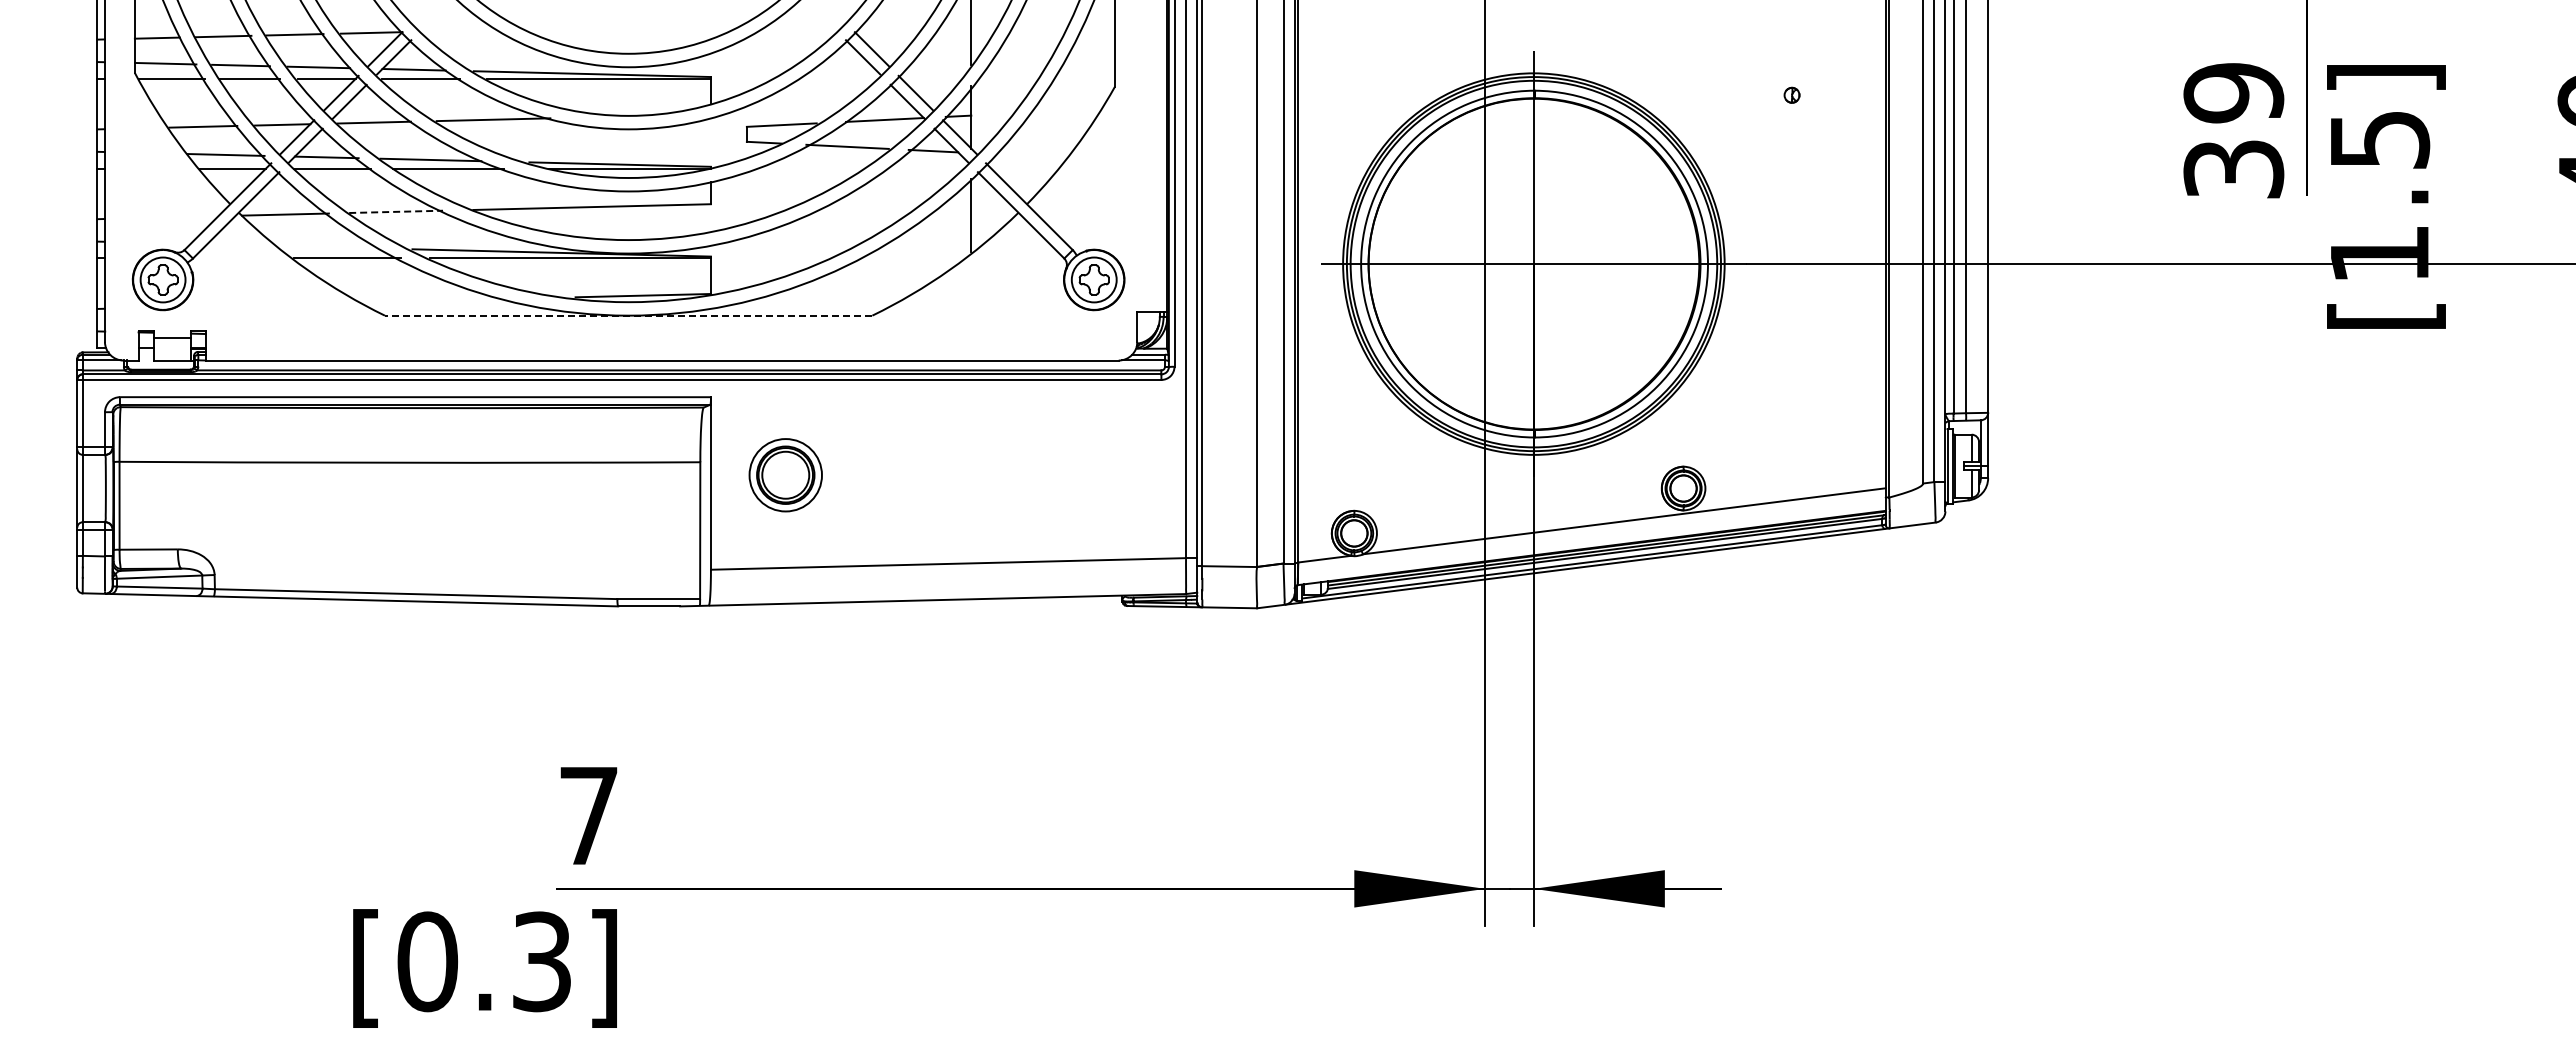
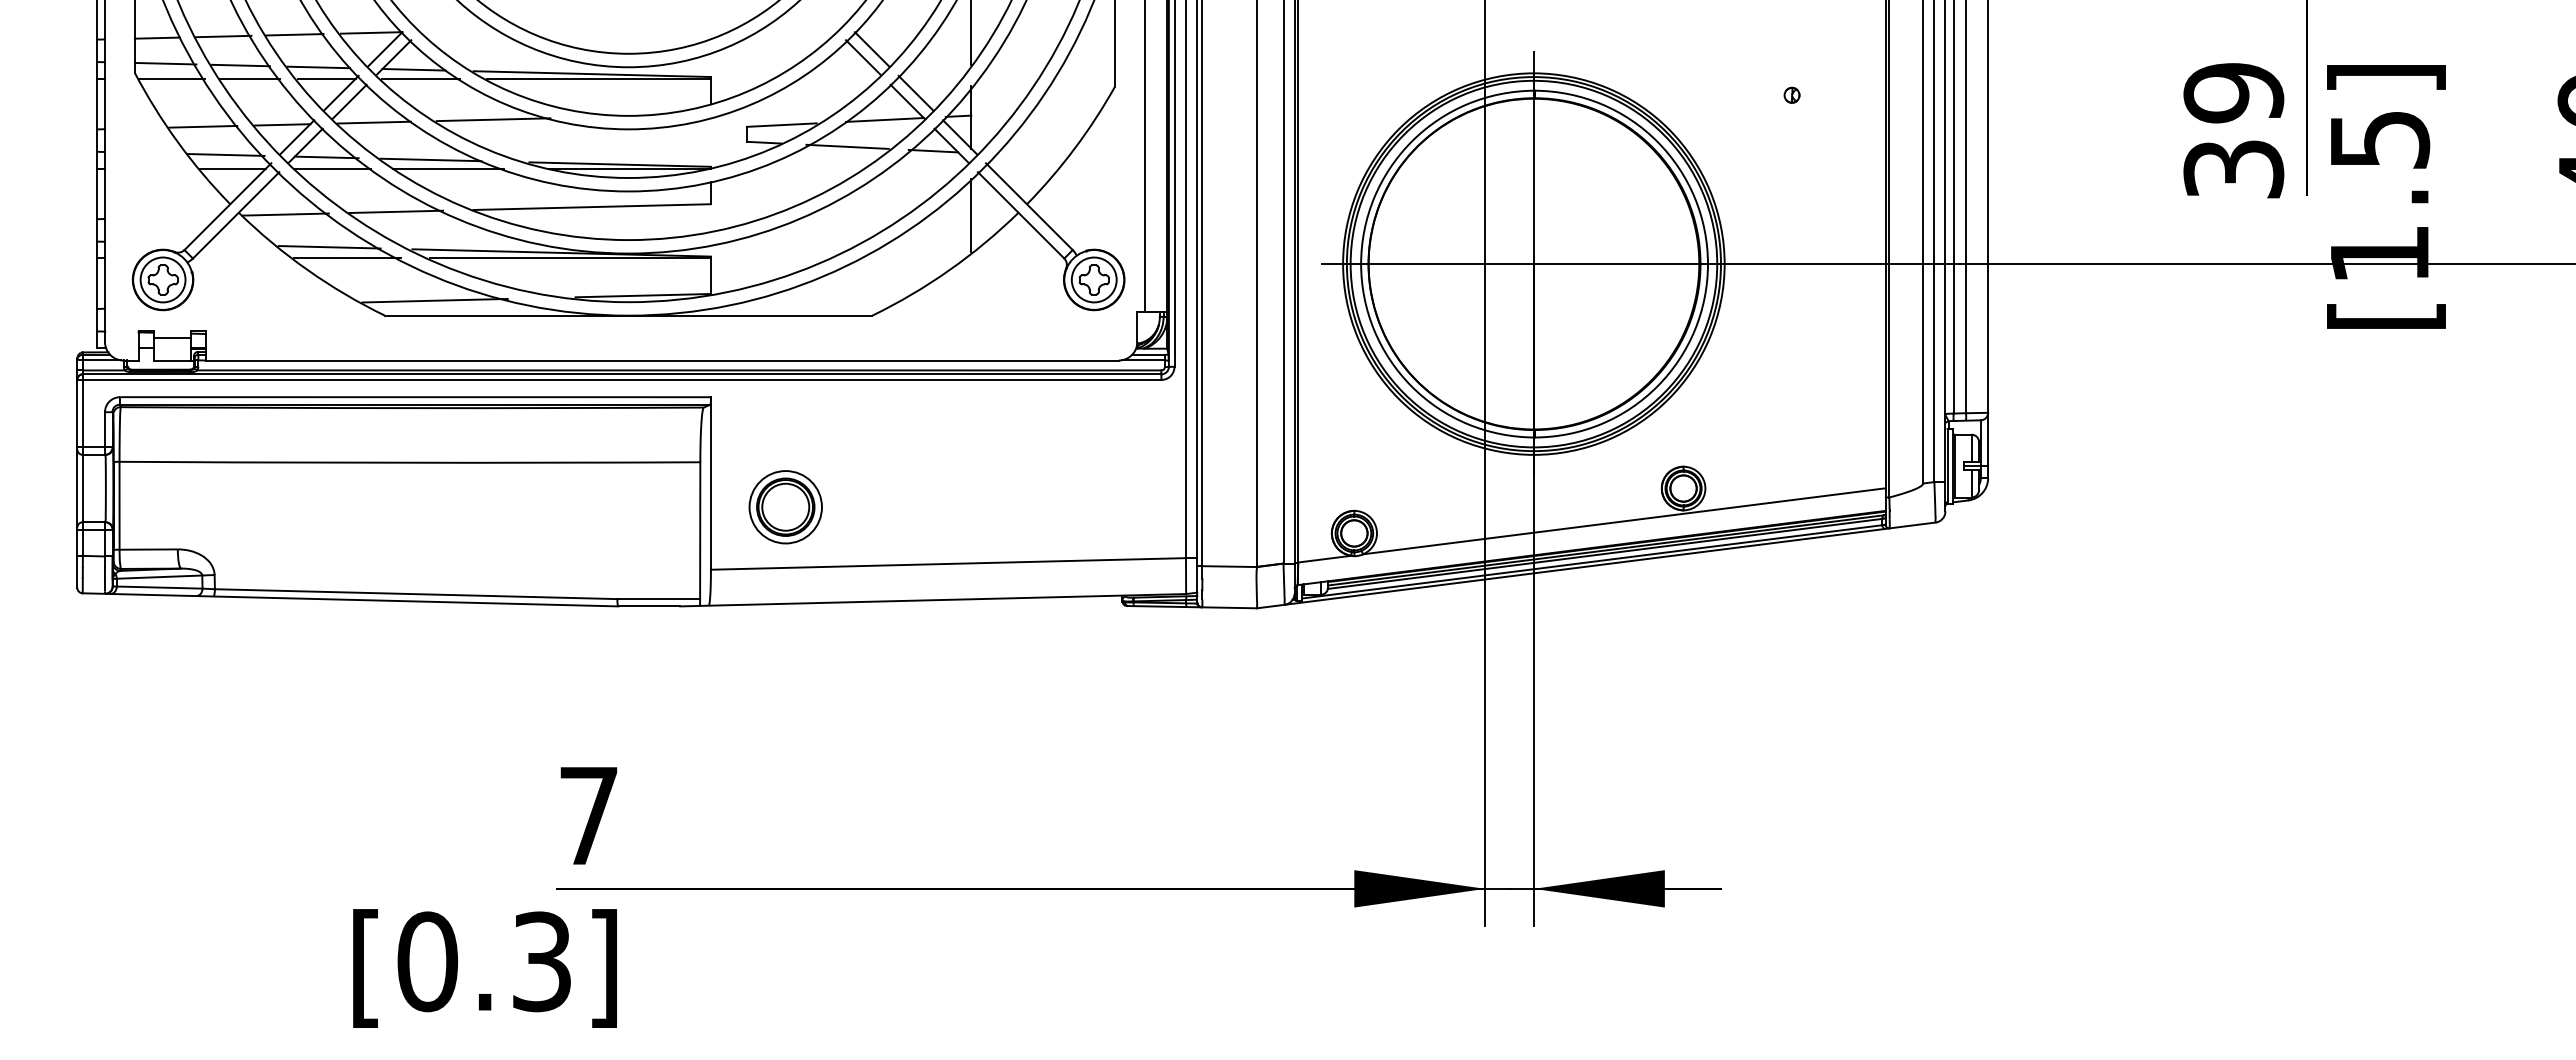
line at (1144, 156): none -> present
line at (396, 211): dashed -> solid
line at (329, 247): none -> present
line at (434, 300): none -> present
line at (628, 315): dashed -> solid
part at (785, 475) position: (785, 475) -> (785, 507)
